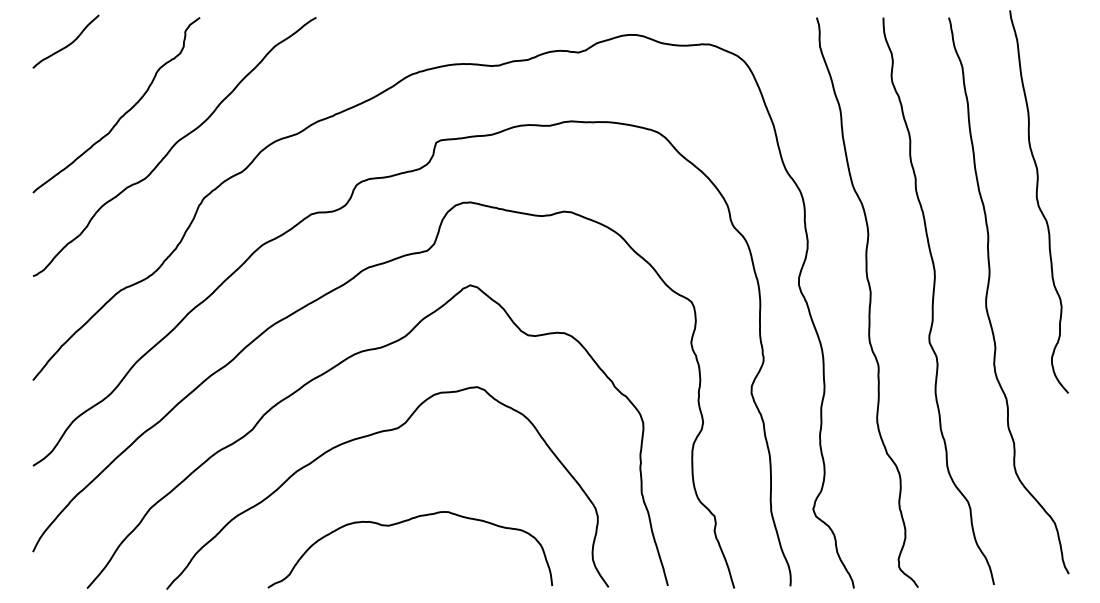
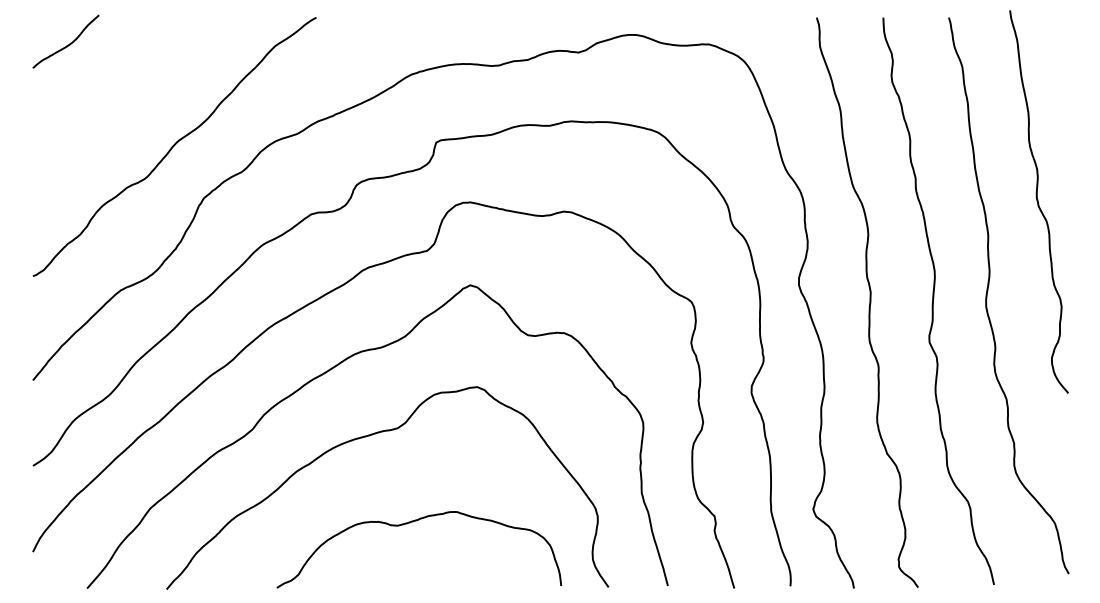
curve at (124, 113): present -> none
curve at (401, 523) position: (401, 523) -> (410, 523)
